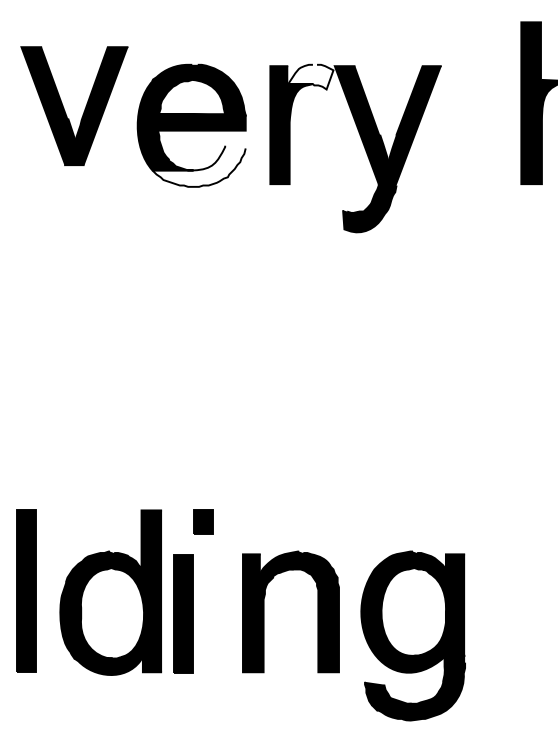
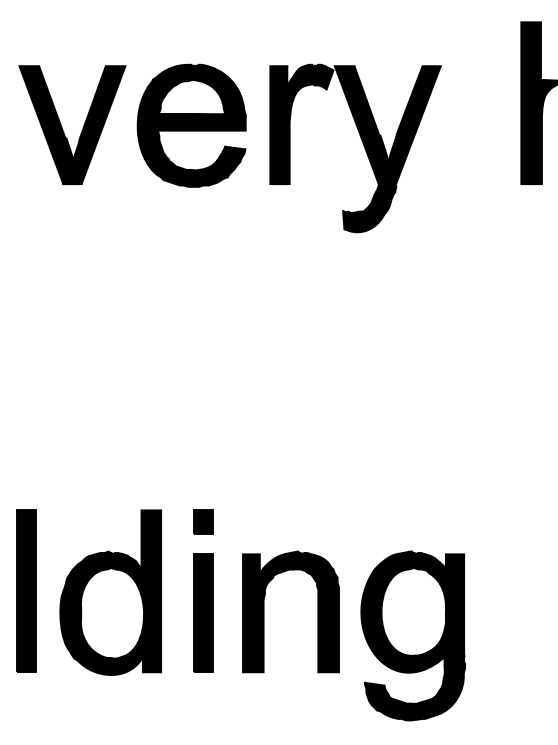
fill at (310, 76): none -> present
part at (64, 107) position: (64, 107) -> (62, 126)
fill at (198, 165): none -> present
part at (183, 613) position: (183, 613) -> (203, 612)
